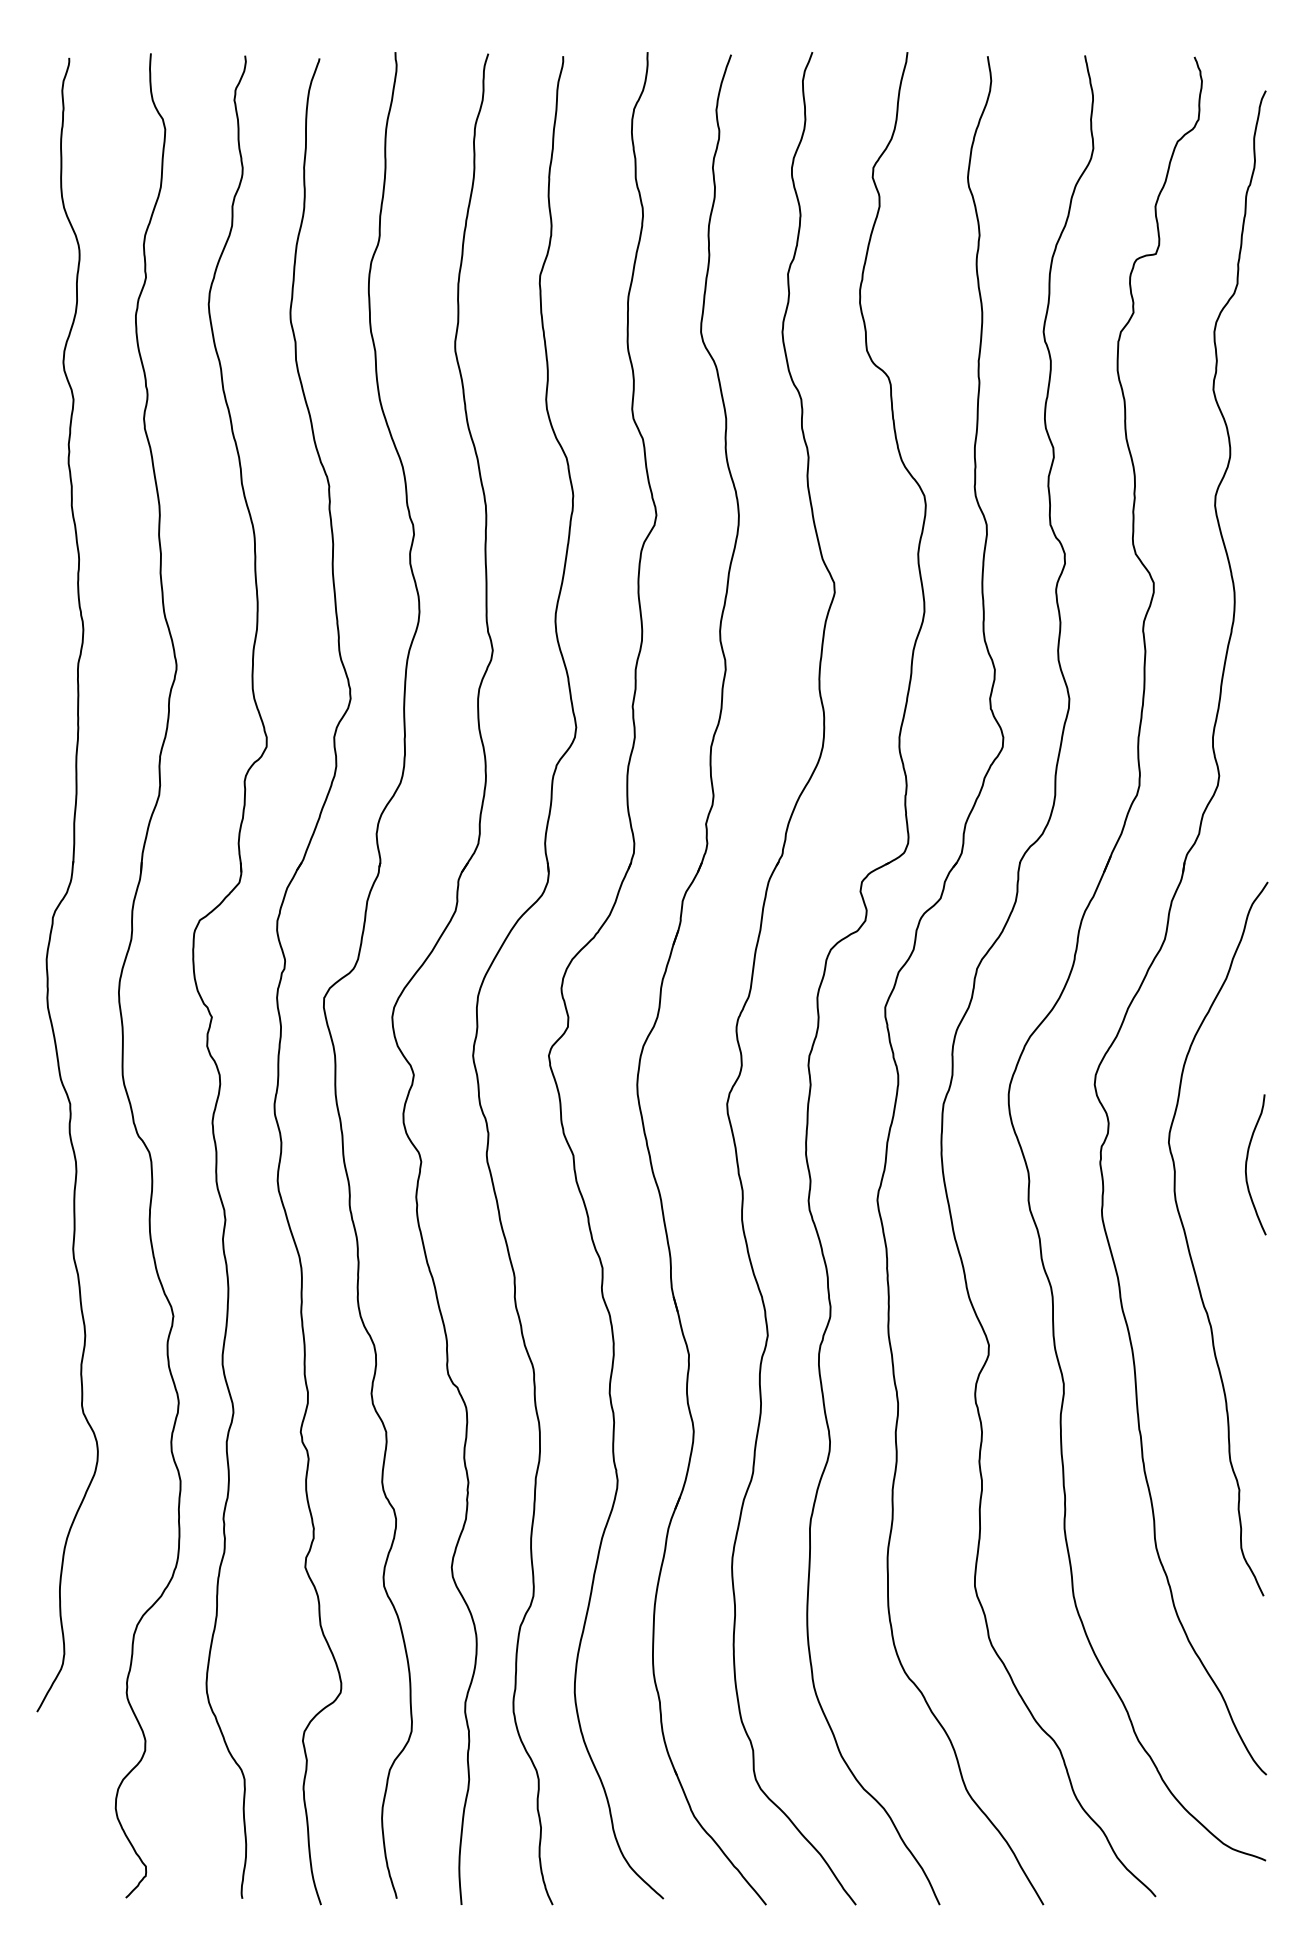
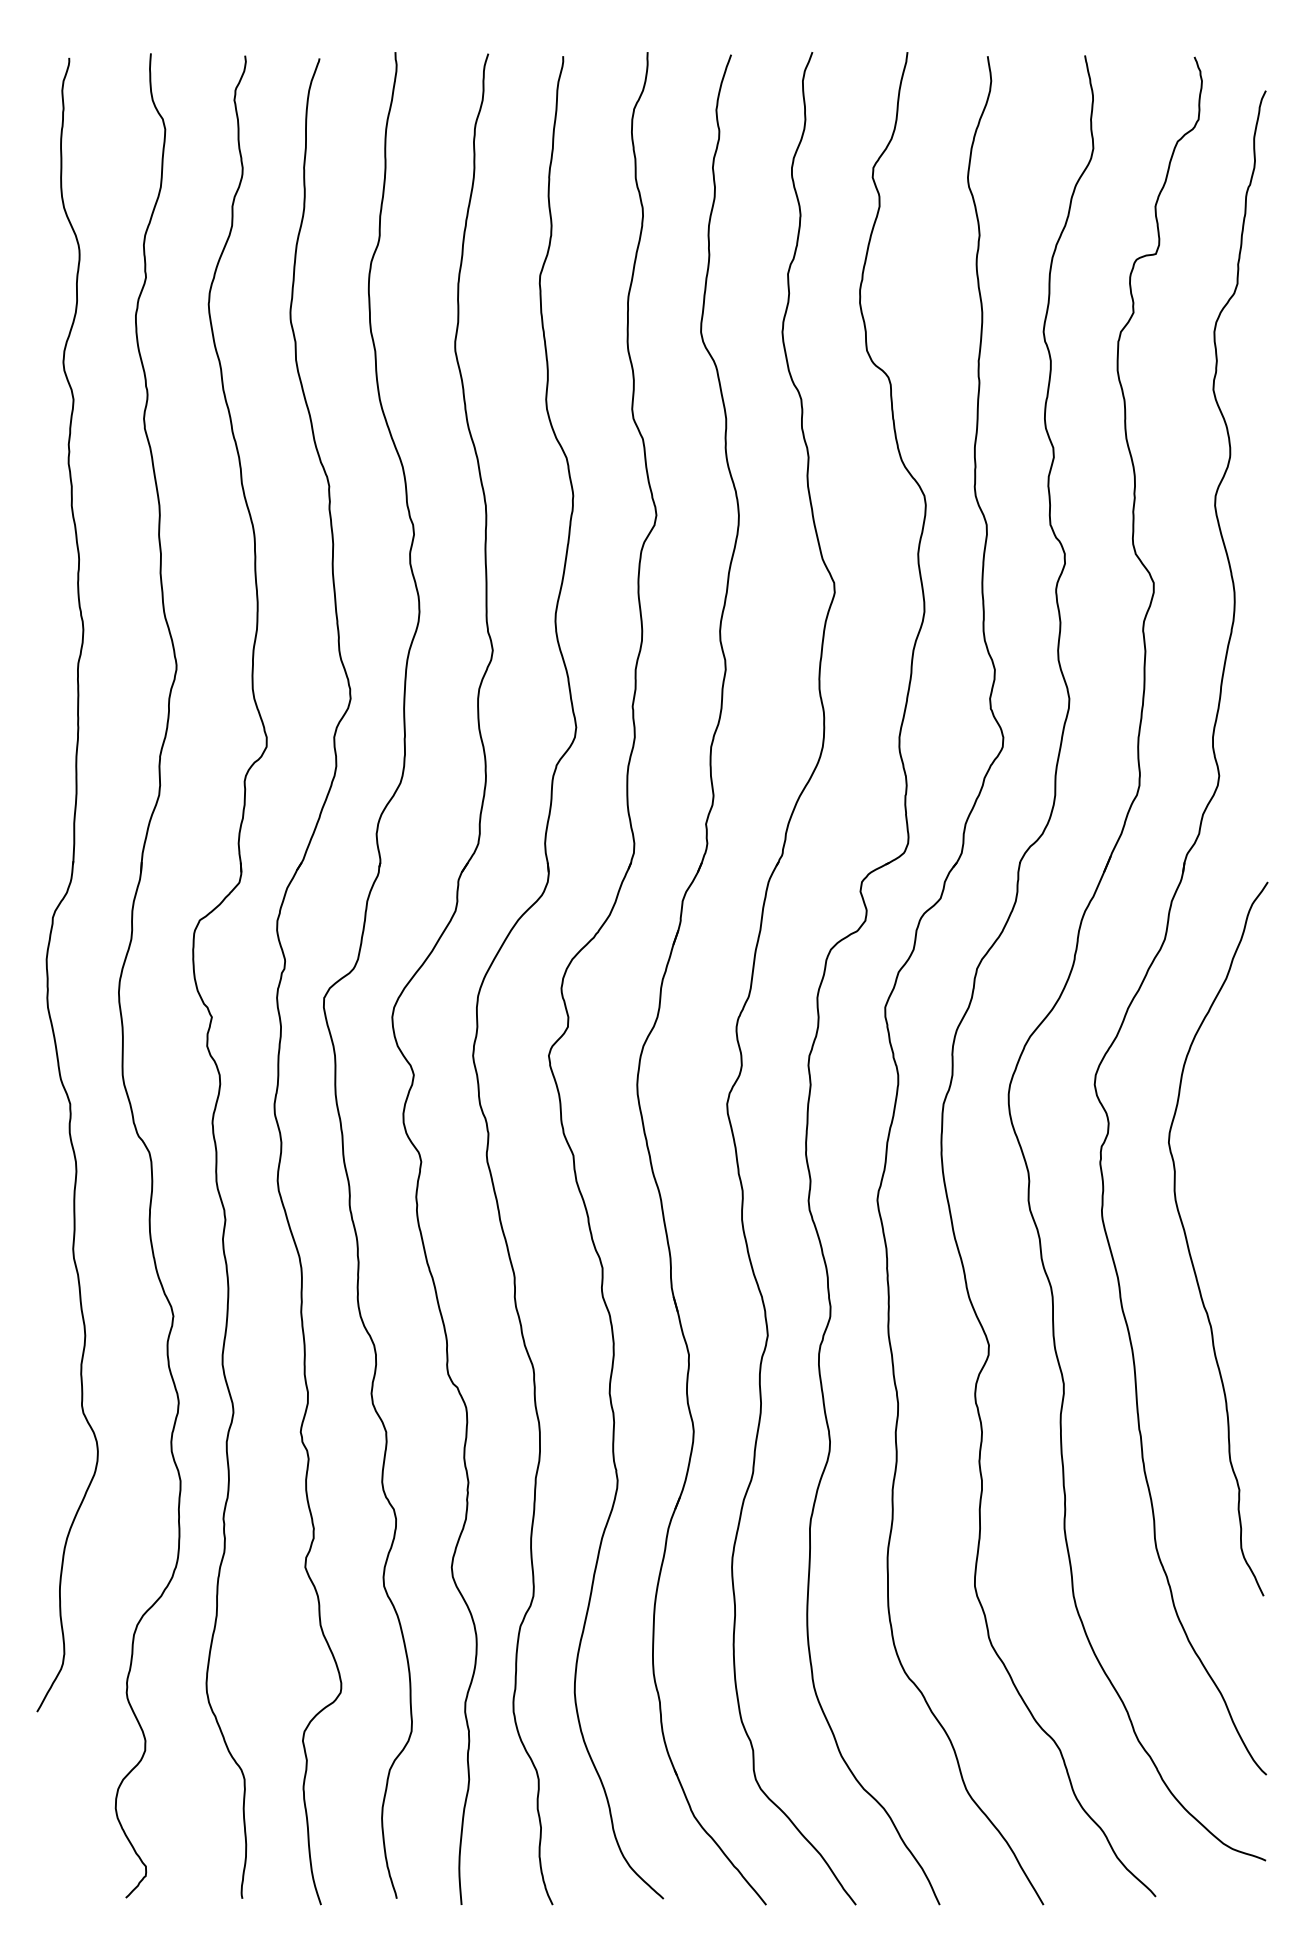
curve at (1247, 1163): present -> none
